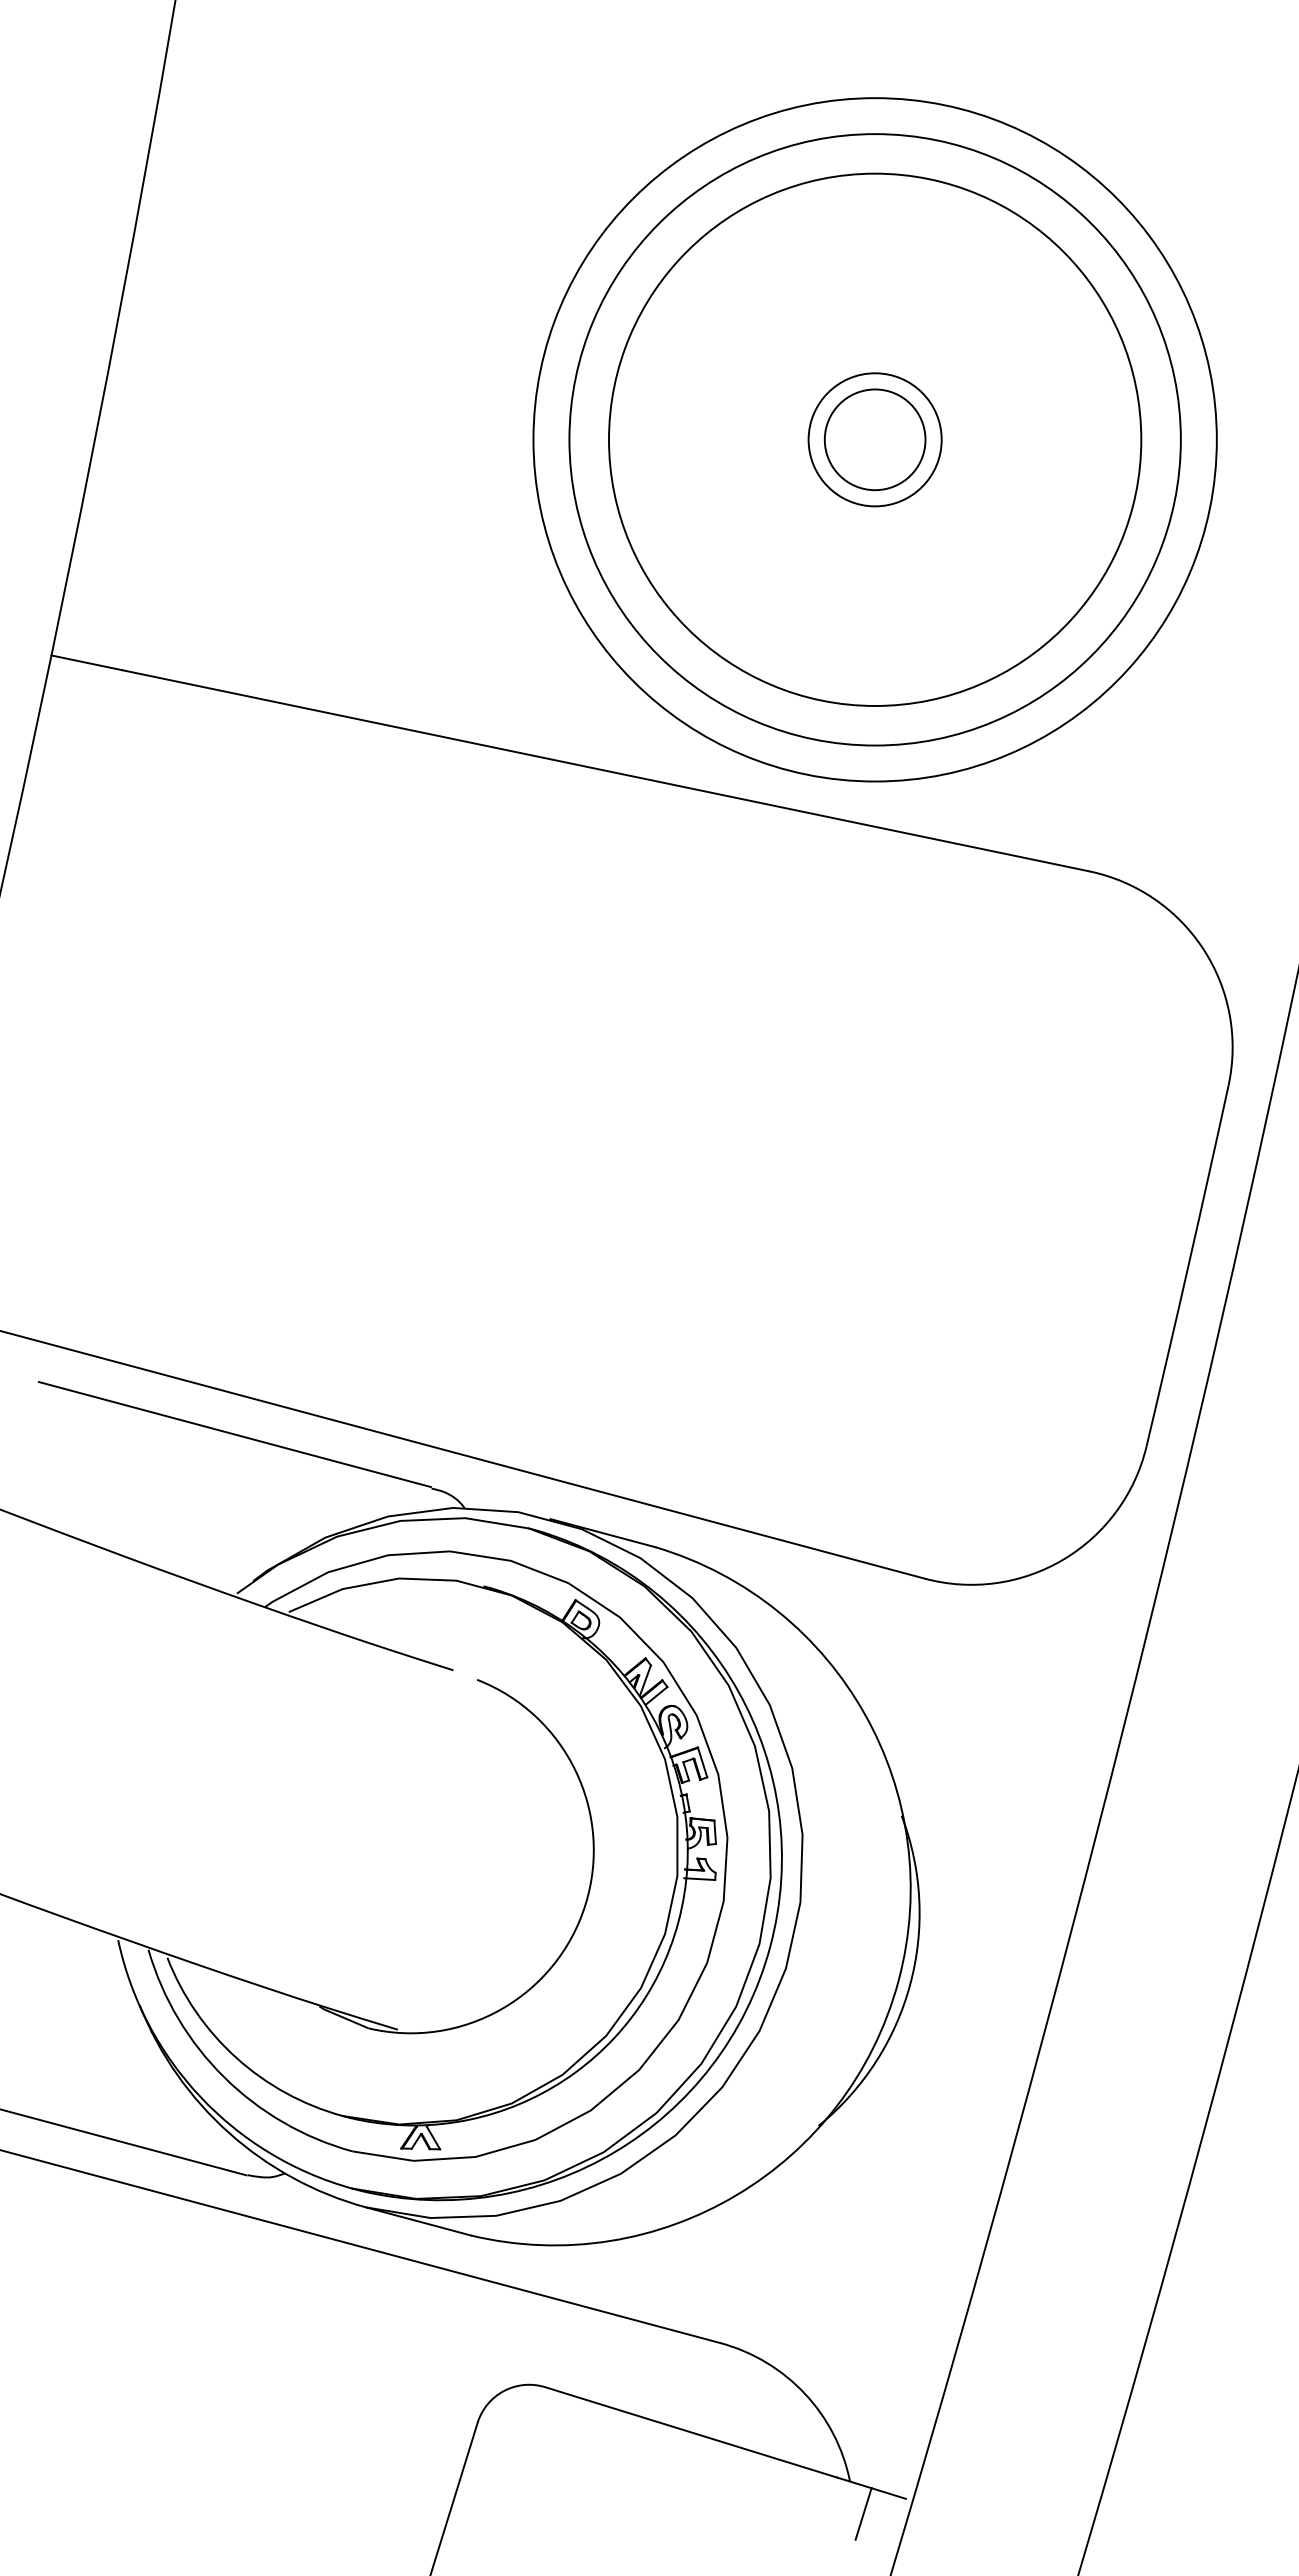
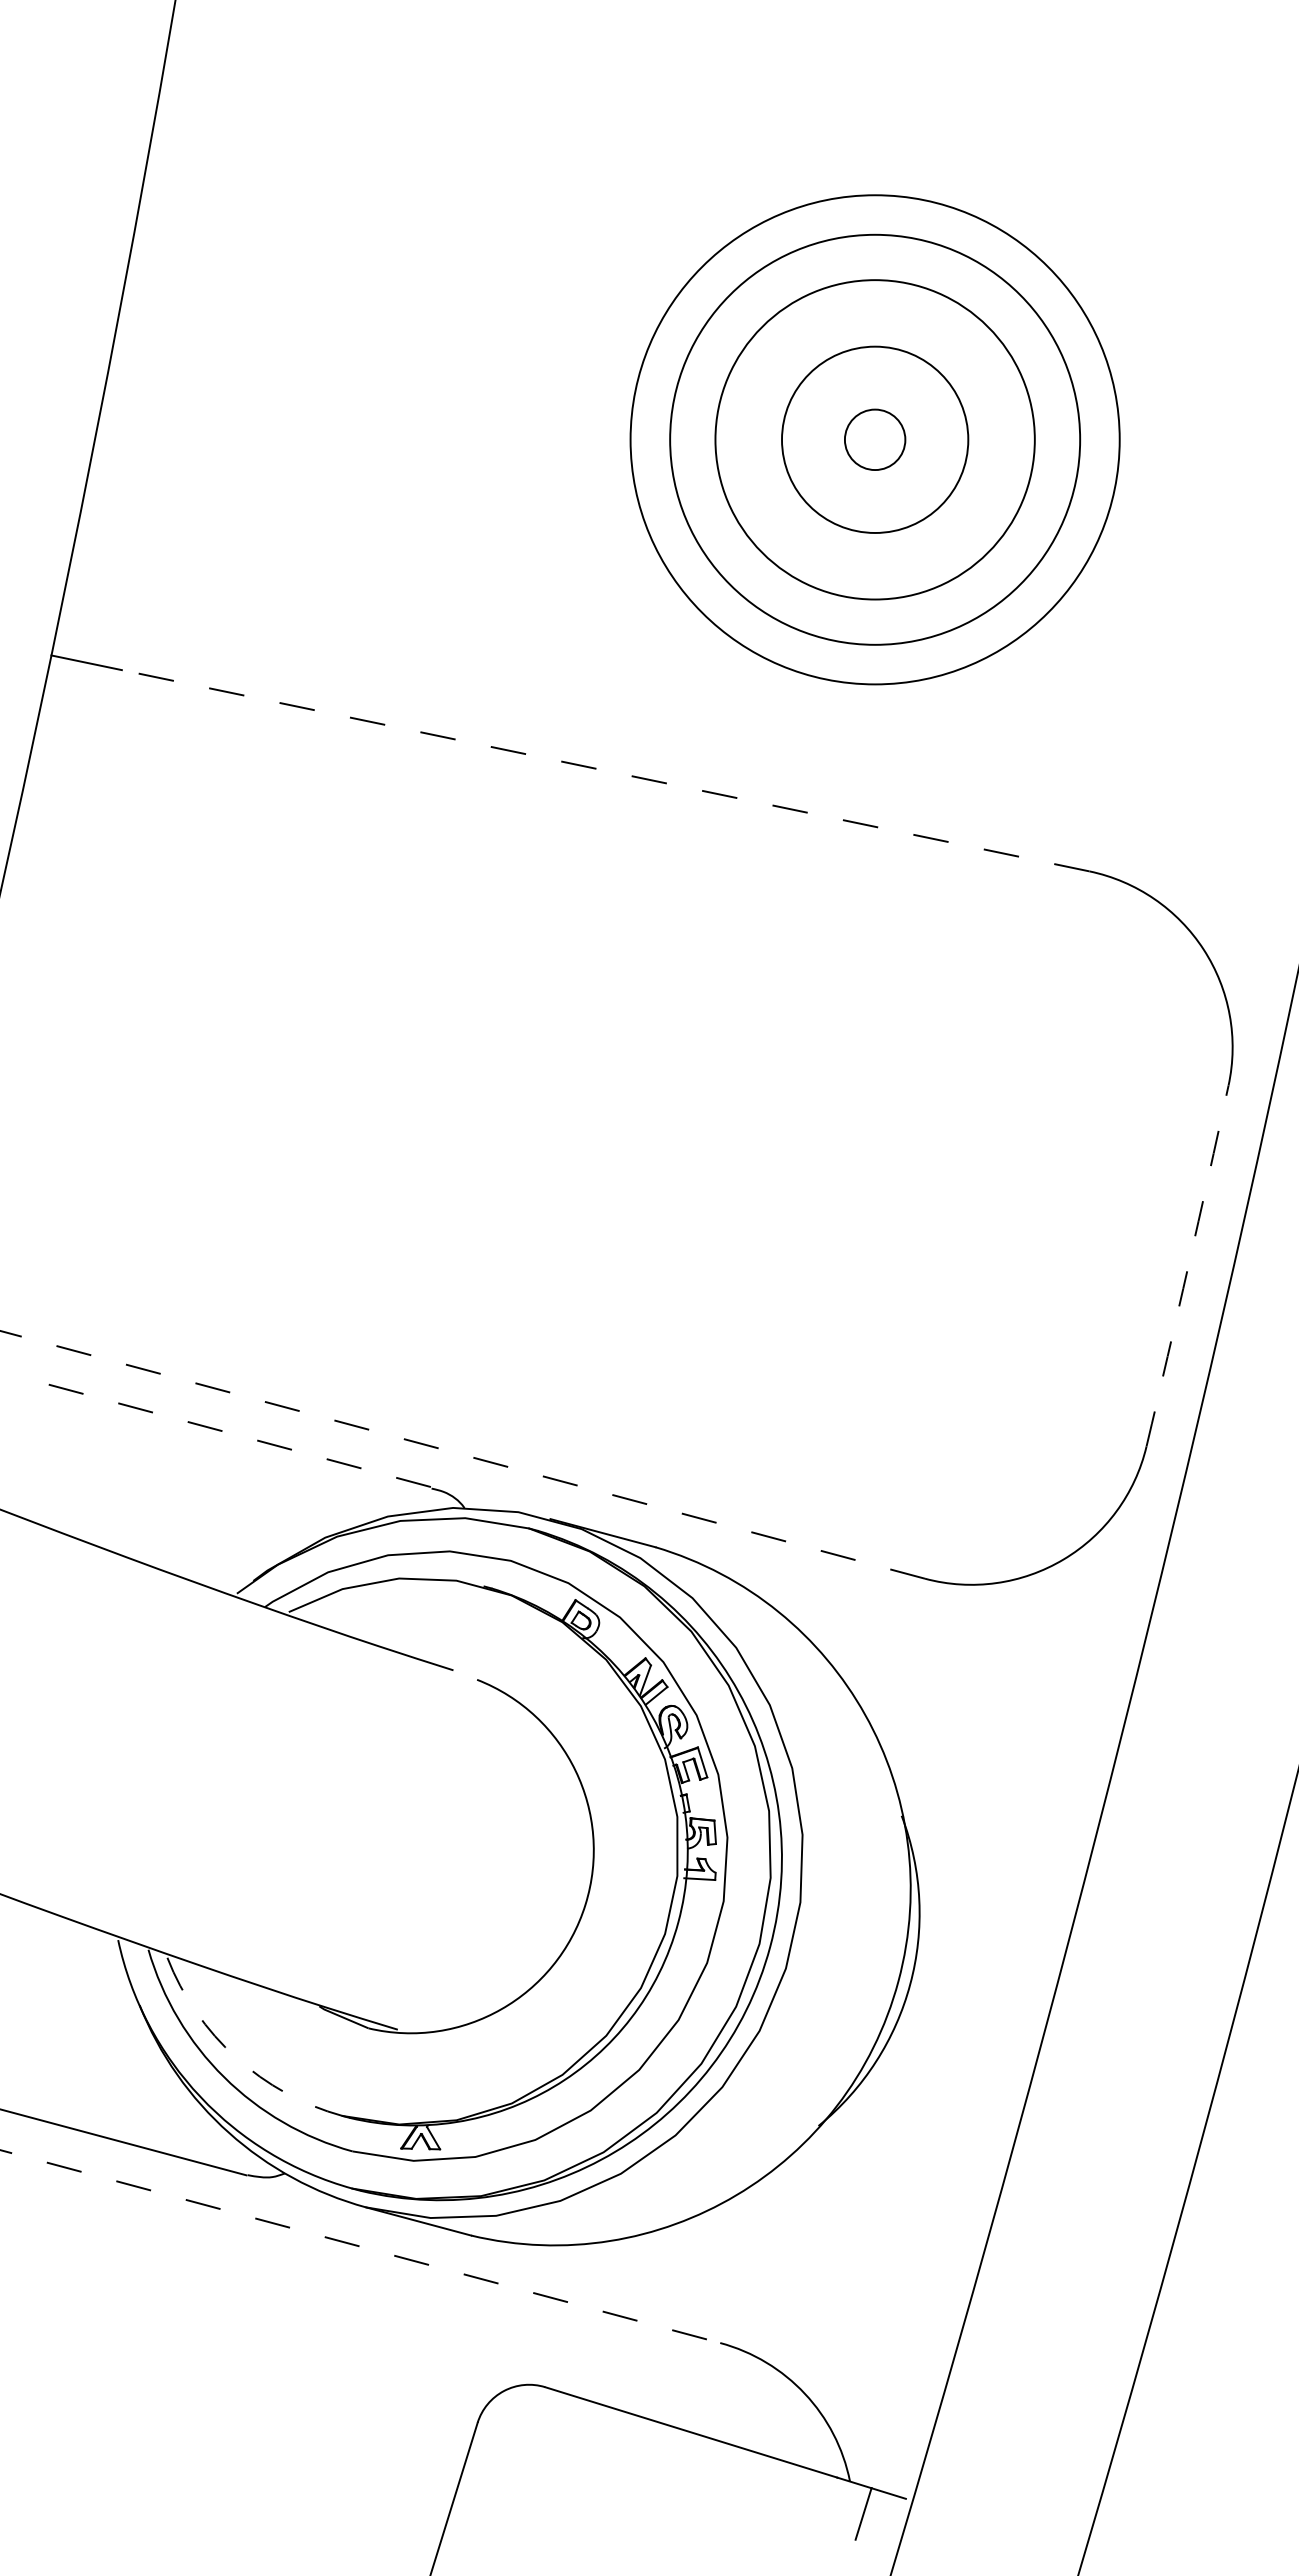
circle at (874, 439) diameter: 101 px -> 60 px
circle at (874, 439) diameter: 133 px -> 186 px
circle at (874, 439) diameter: 611 px -> 489 px
circle at (874, 439) diameter: 683 px -> 410 px
circle at (875, 439) diameter: 532 px -> 319 px
line at (605, 770): solid -> dashed
arc at (1188, 1266): solid -> dashed
line at (234, 1434): solid -> dashed
line at (462, 1454): solid -> dashed
arc at (236, 2057): solid -> dashed
line at (360, 2246): solid -> dashed
